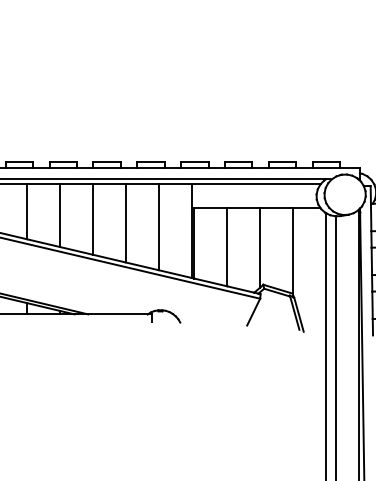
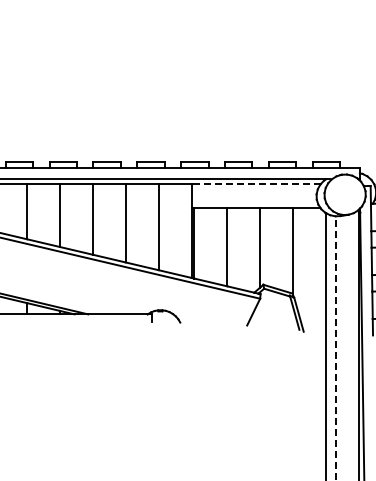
line at (255, 184): solid -> dashed
line at (335, 347): solid -> dashed
